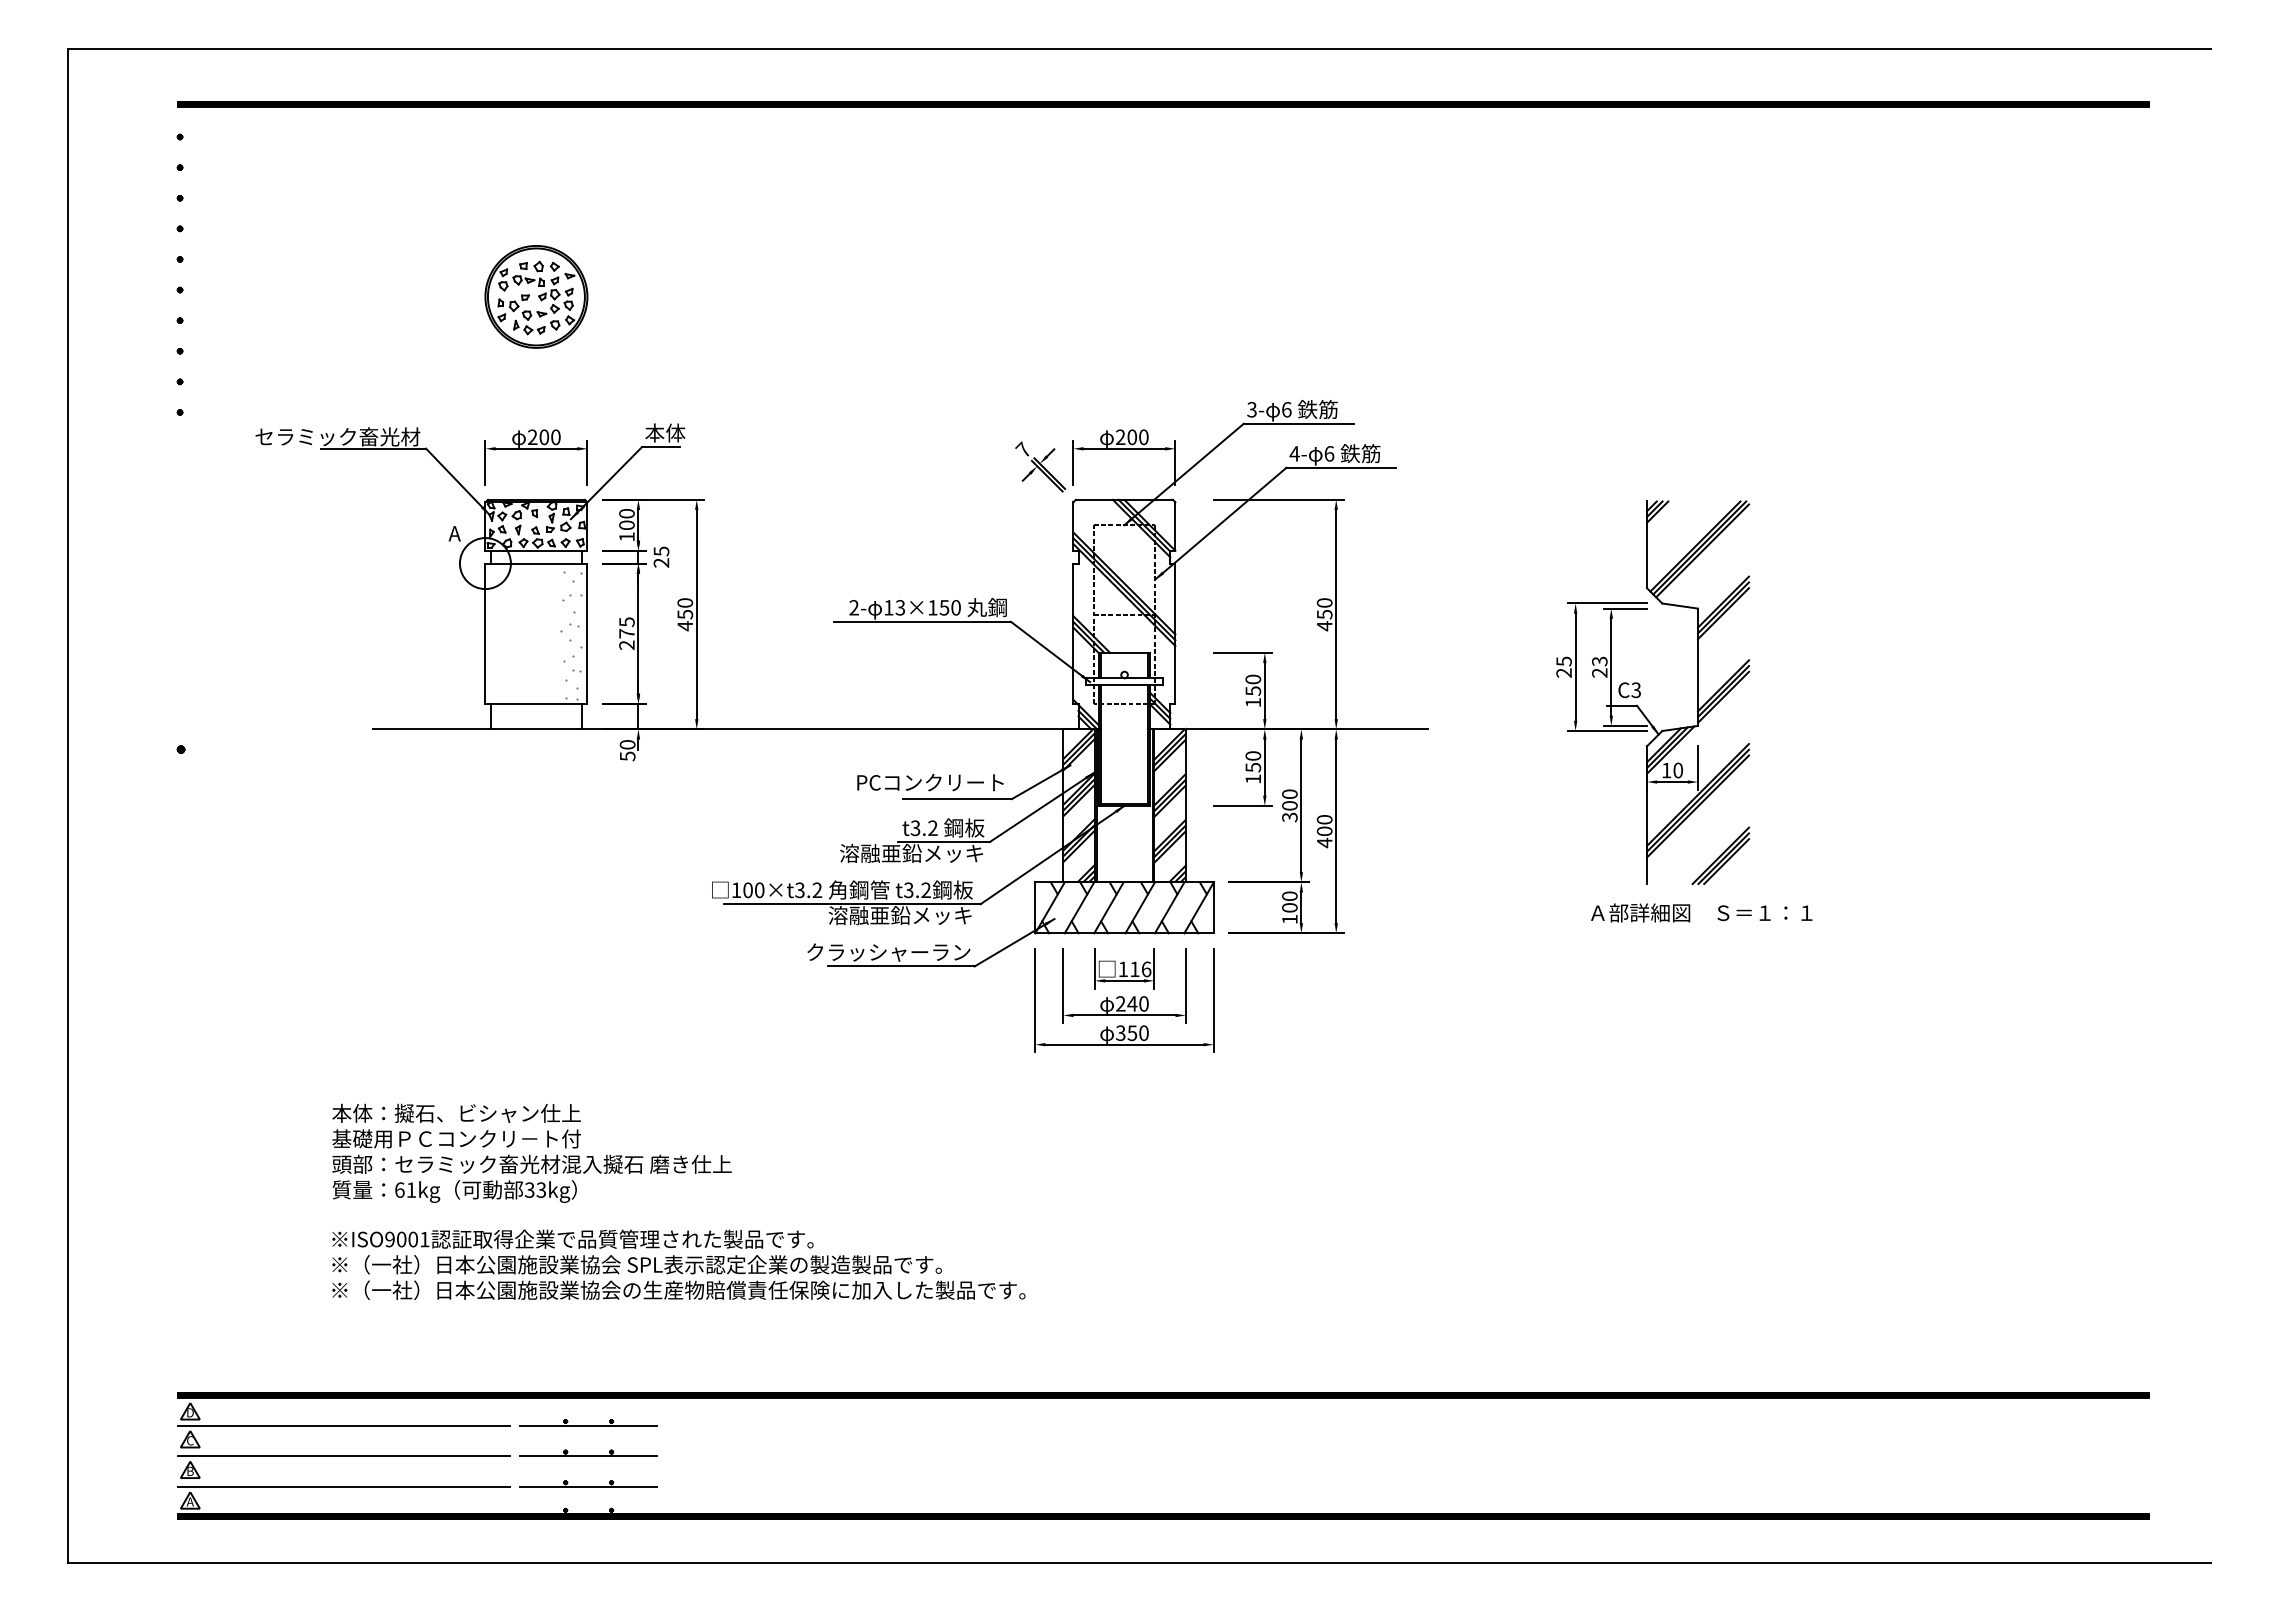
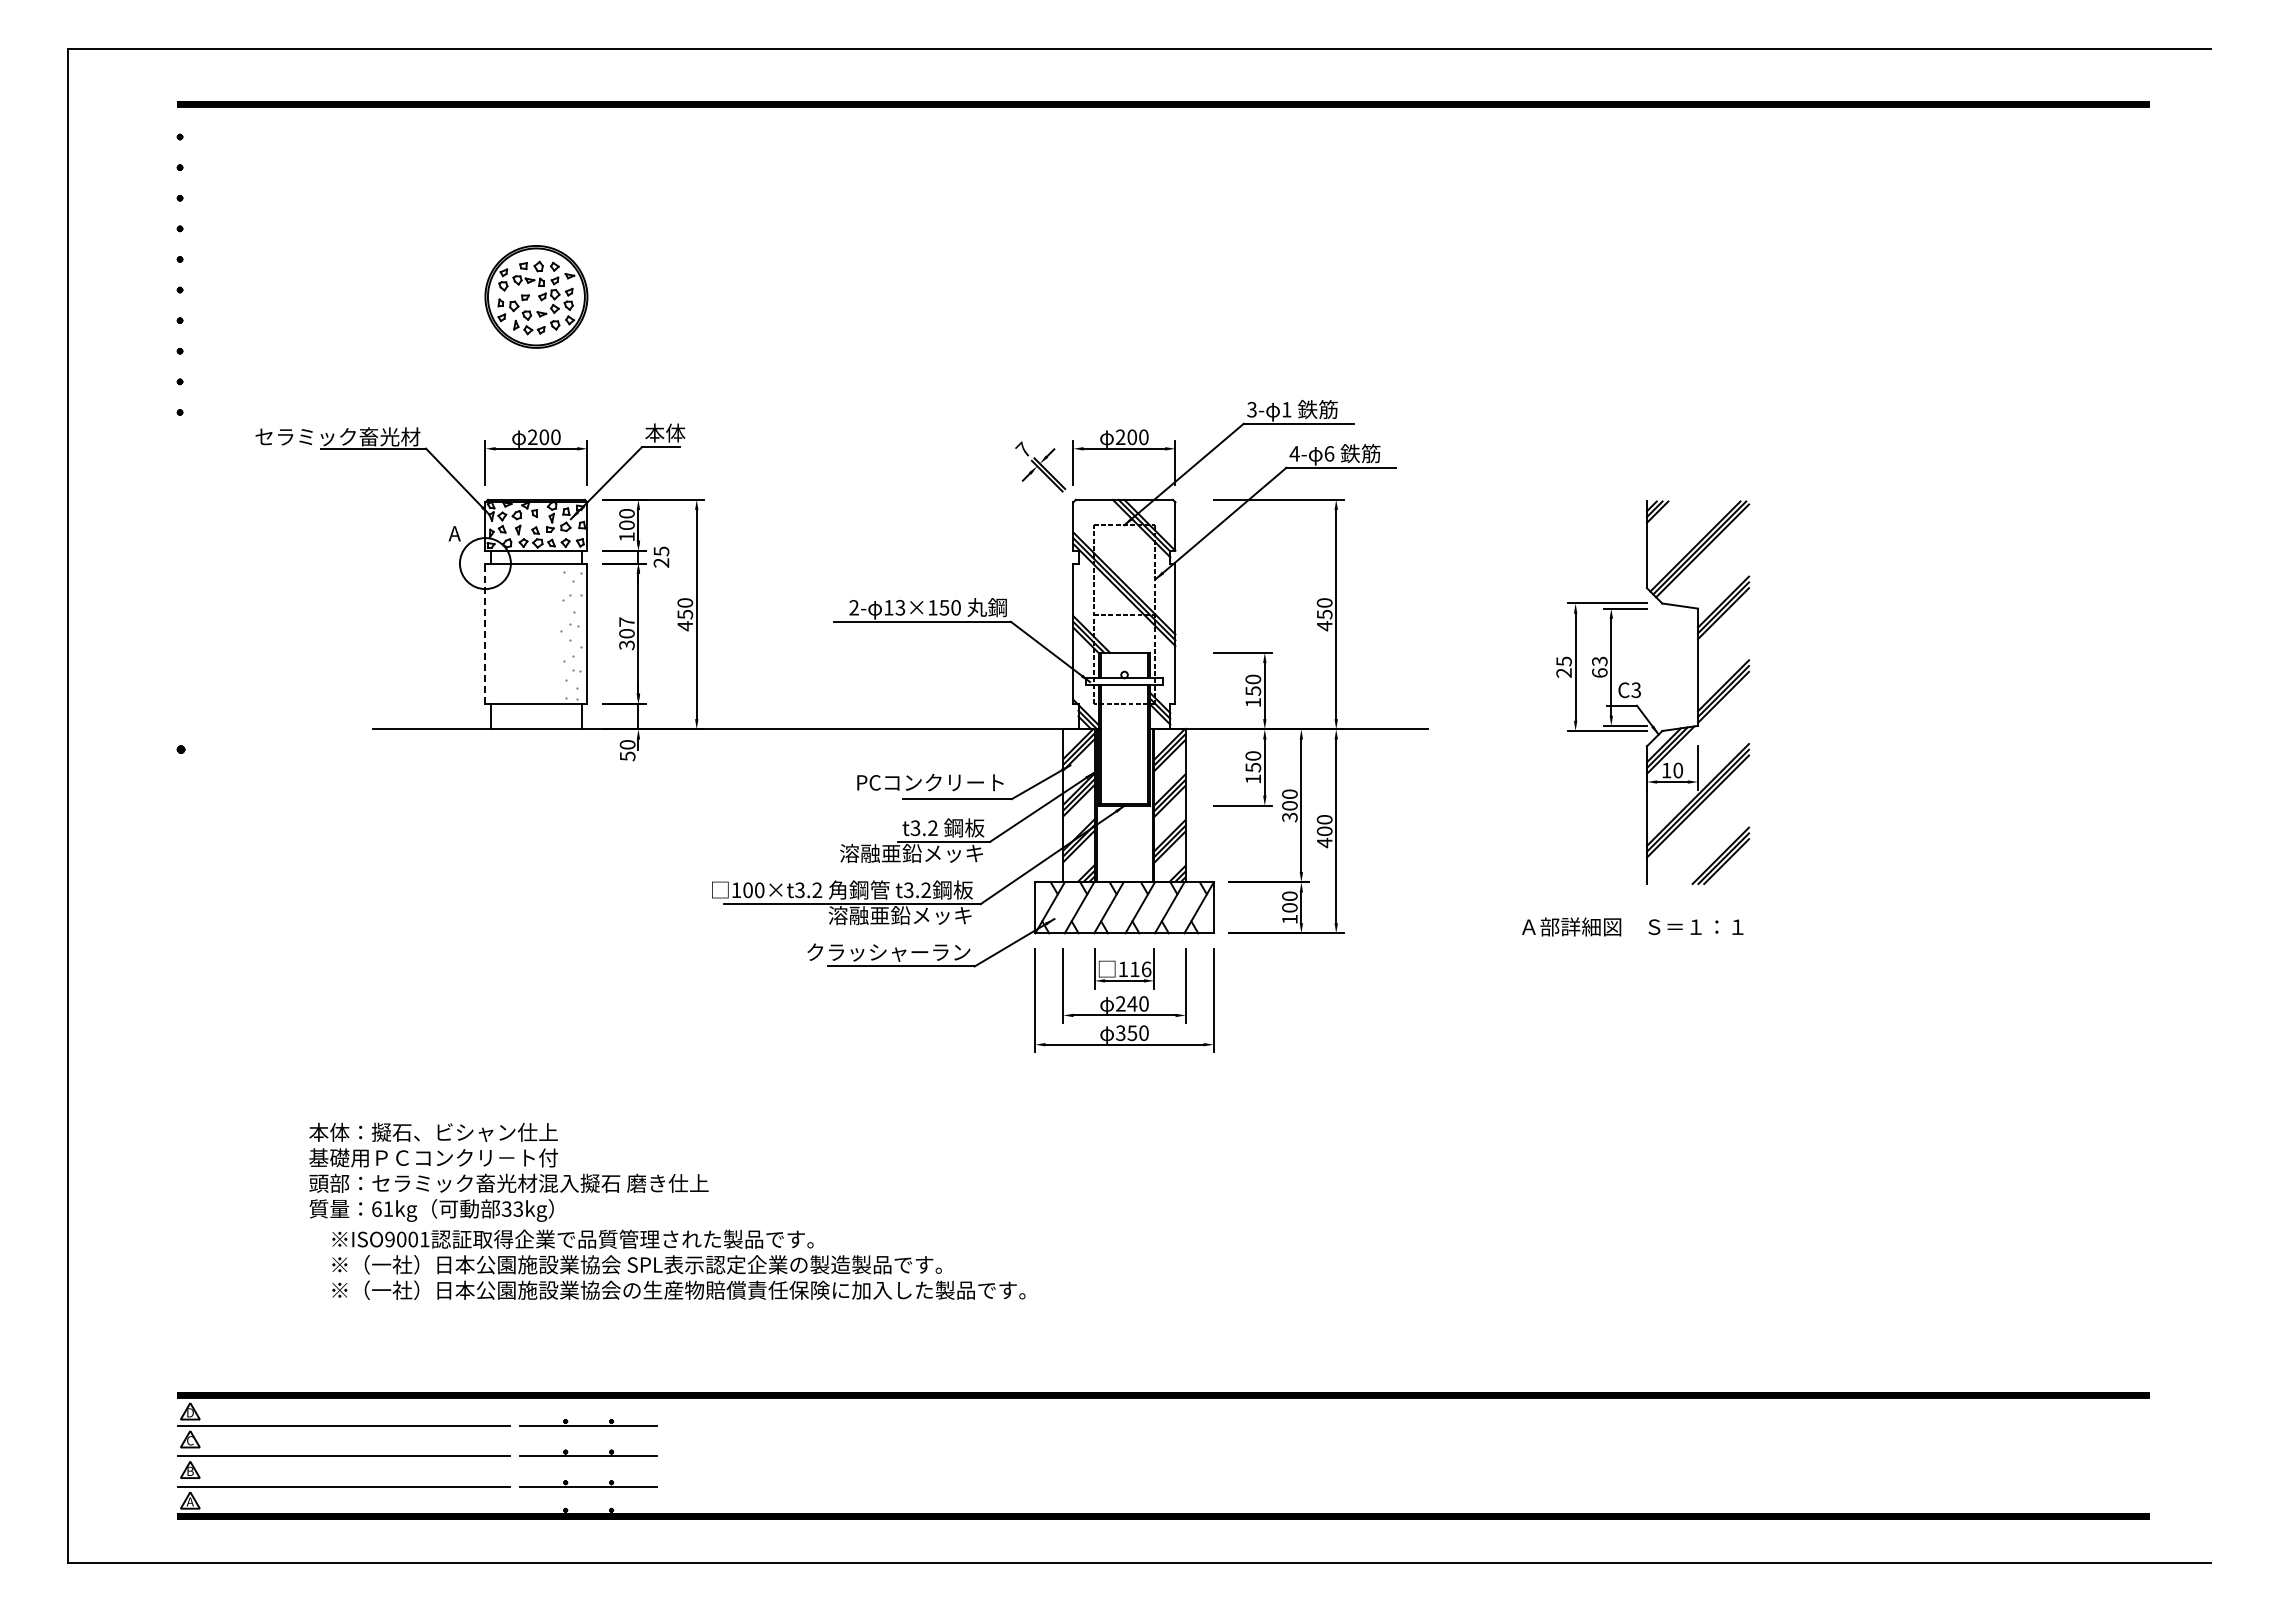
text at (1286, 409): 6 -> 1
line at (485, 633): solid -> dashed
text at (626, 633): 275 -> 307
text at (1599, 672): 23 -> 63
text at (1701, 912) position: (1701, 912) -> (1632, 926)
text at (531, 1152) position: (531, 1152) -> (508, 1171)
